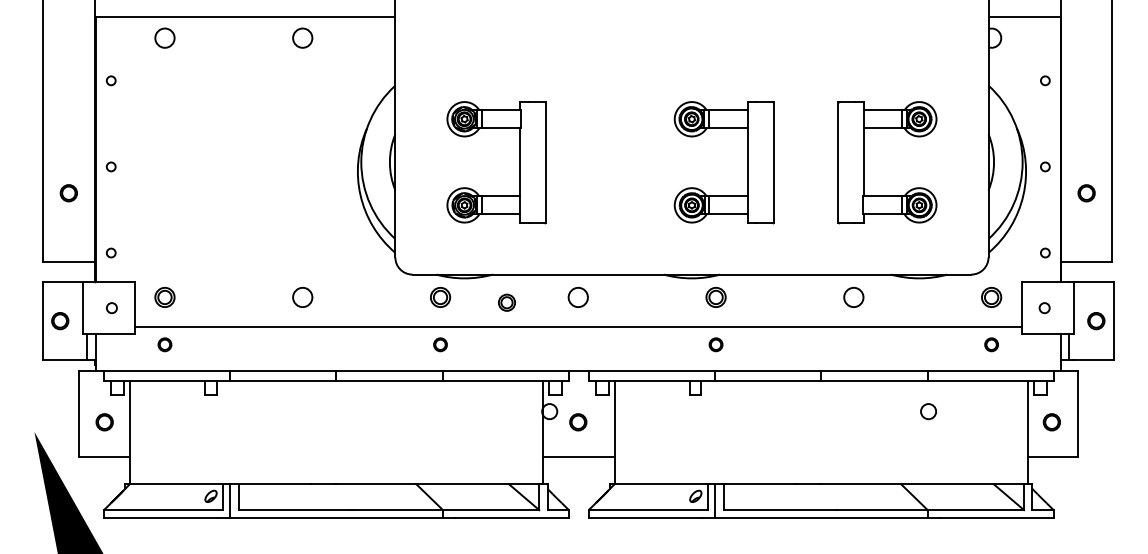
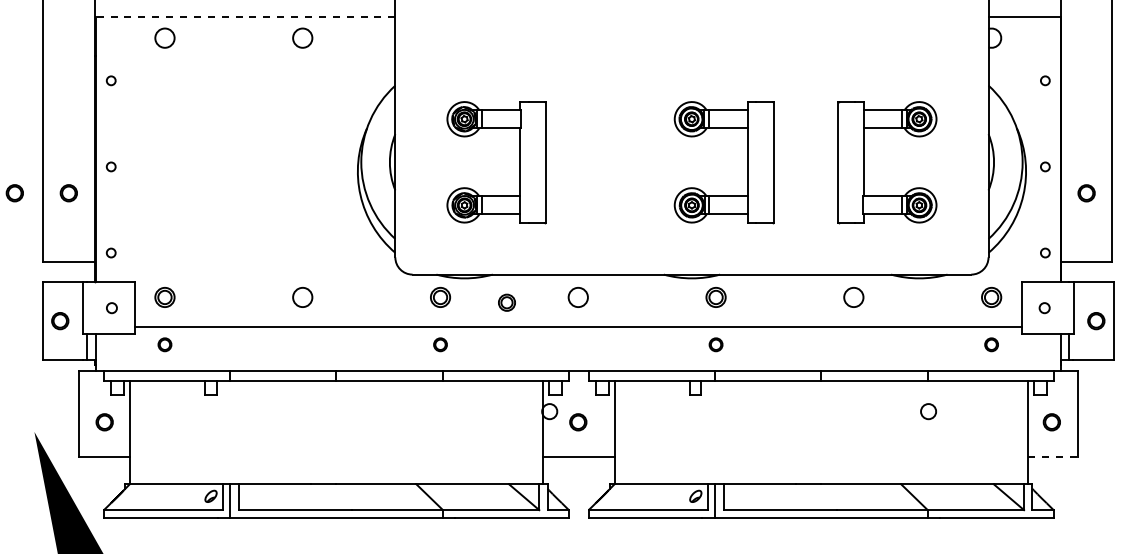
line at (245, 16): solid -> dashed
part at (14, 193): none -> present
line at (1052, 456): solid -> dashed
